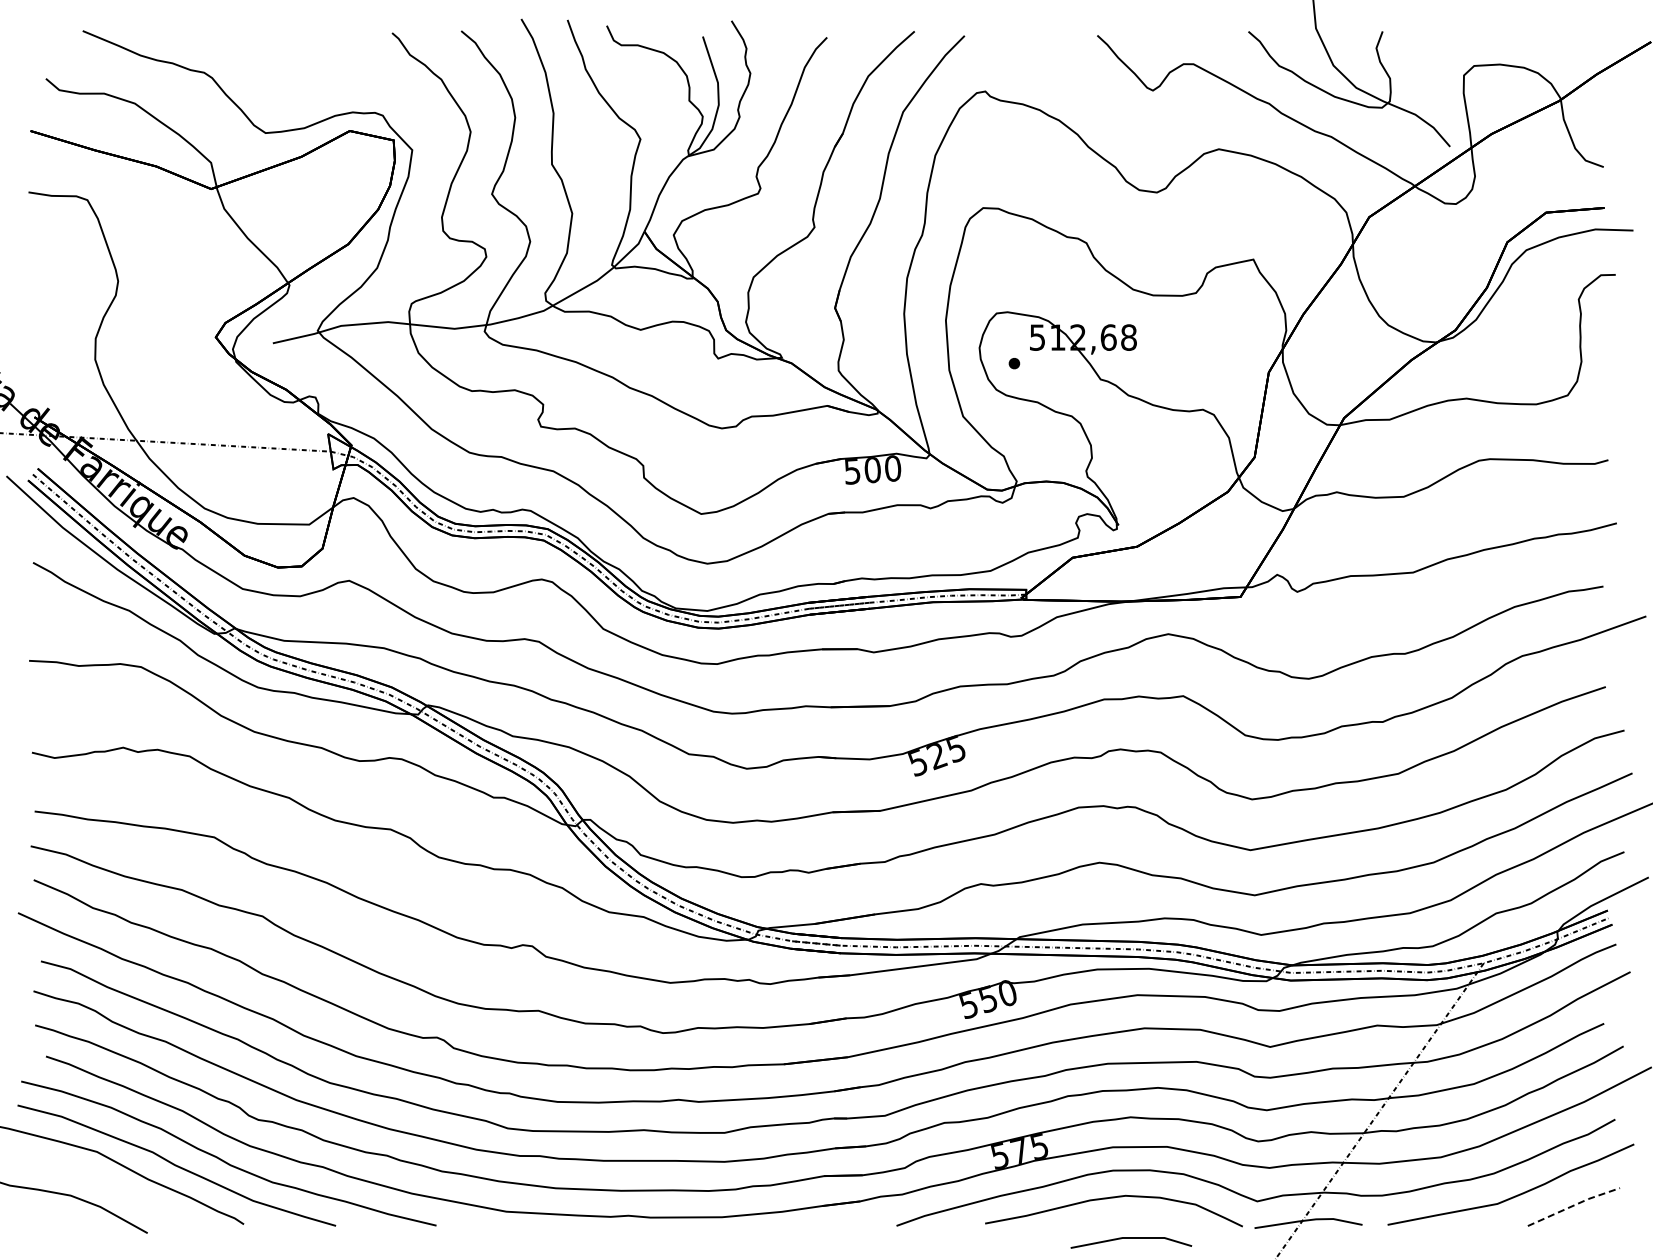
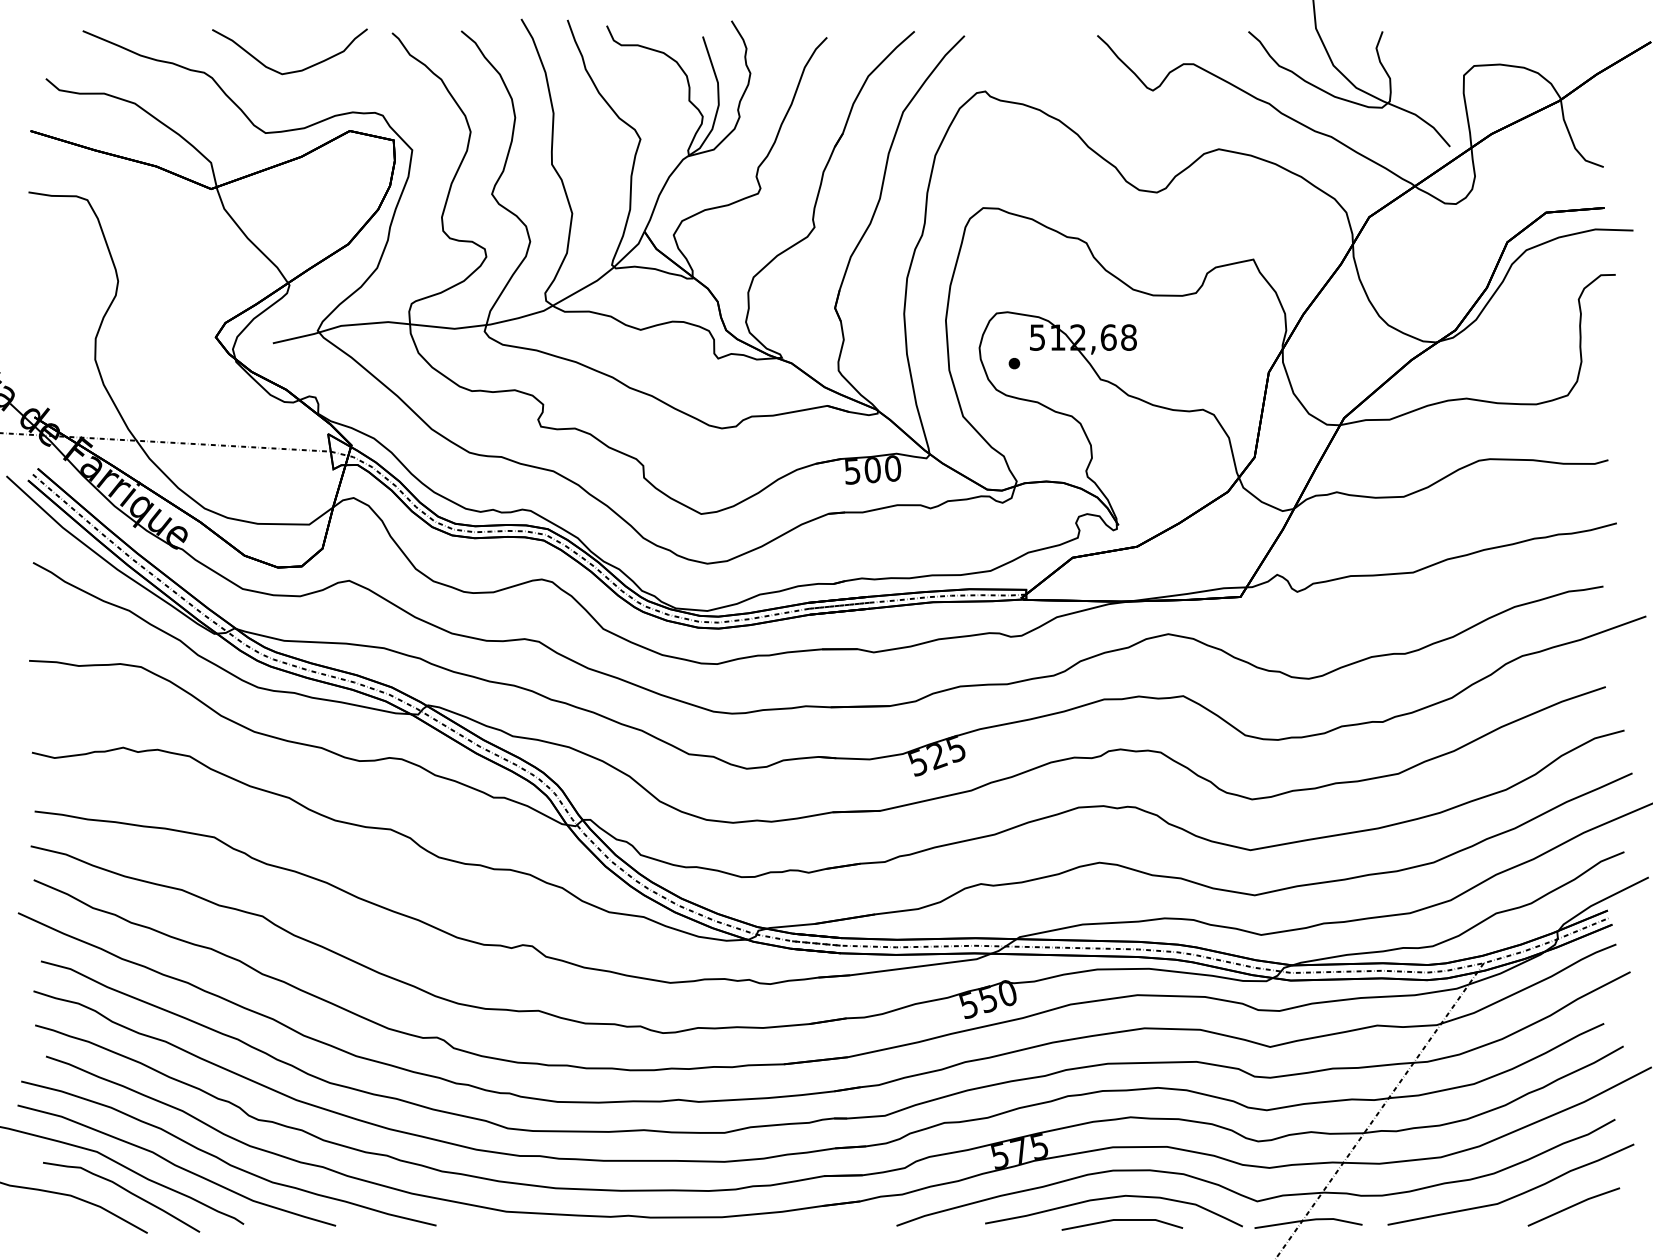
curve at (295, 70): none -> present
curve at (124, 1190): none -> present
line at (1573, 1205): dashed -> solid
line at (1131, 1238) position: (1131, 1238) -> (1122, 1220)
